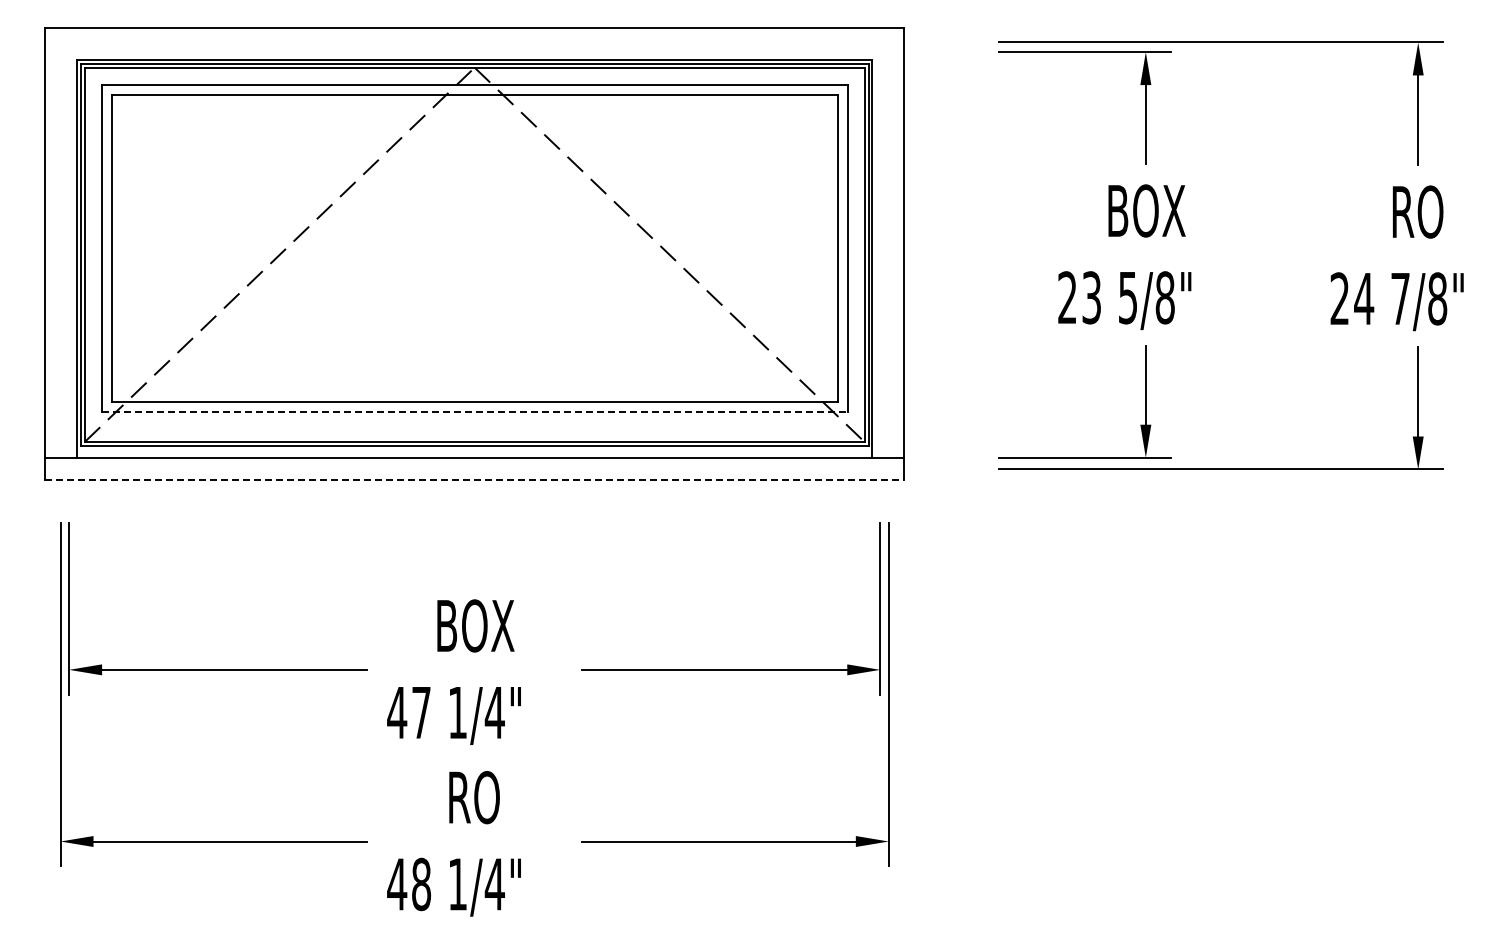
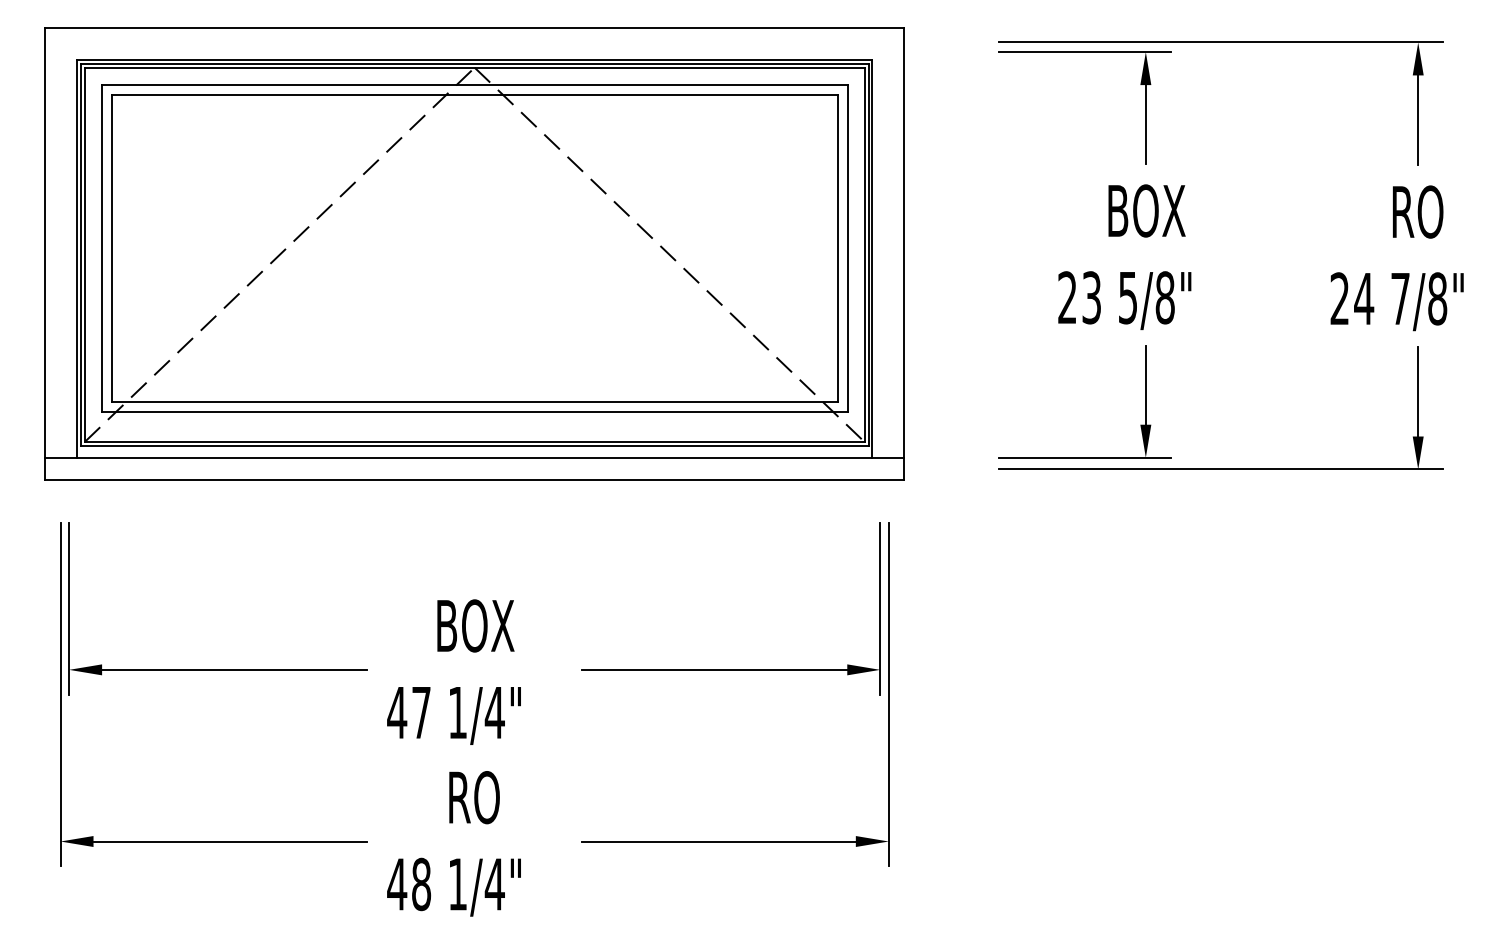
line at (474, 412): dashed -> solid
line at (475, 480): dashed -> solid
